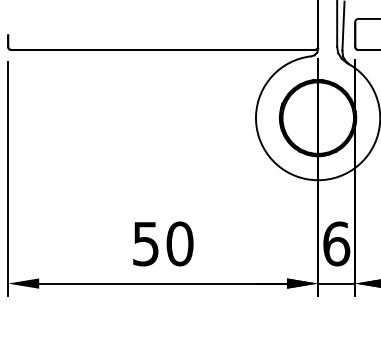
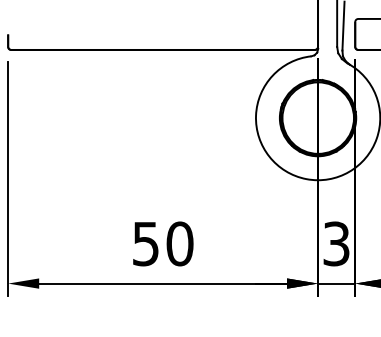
text at (336, 243): 6 -> 3
